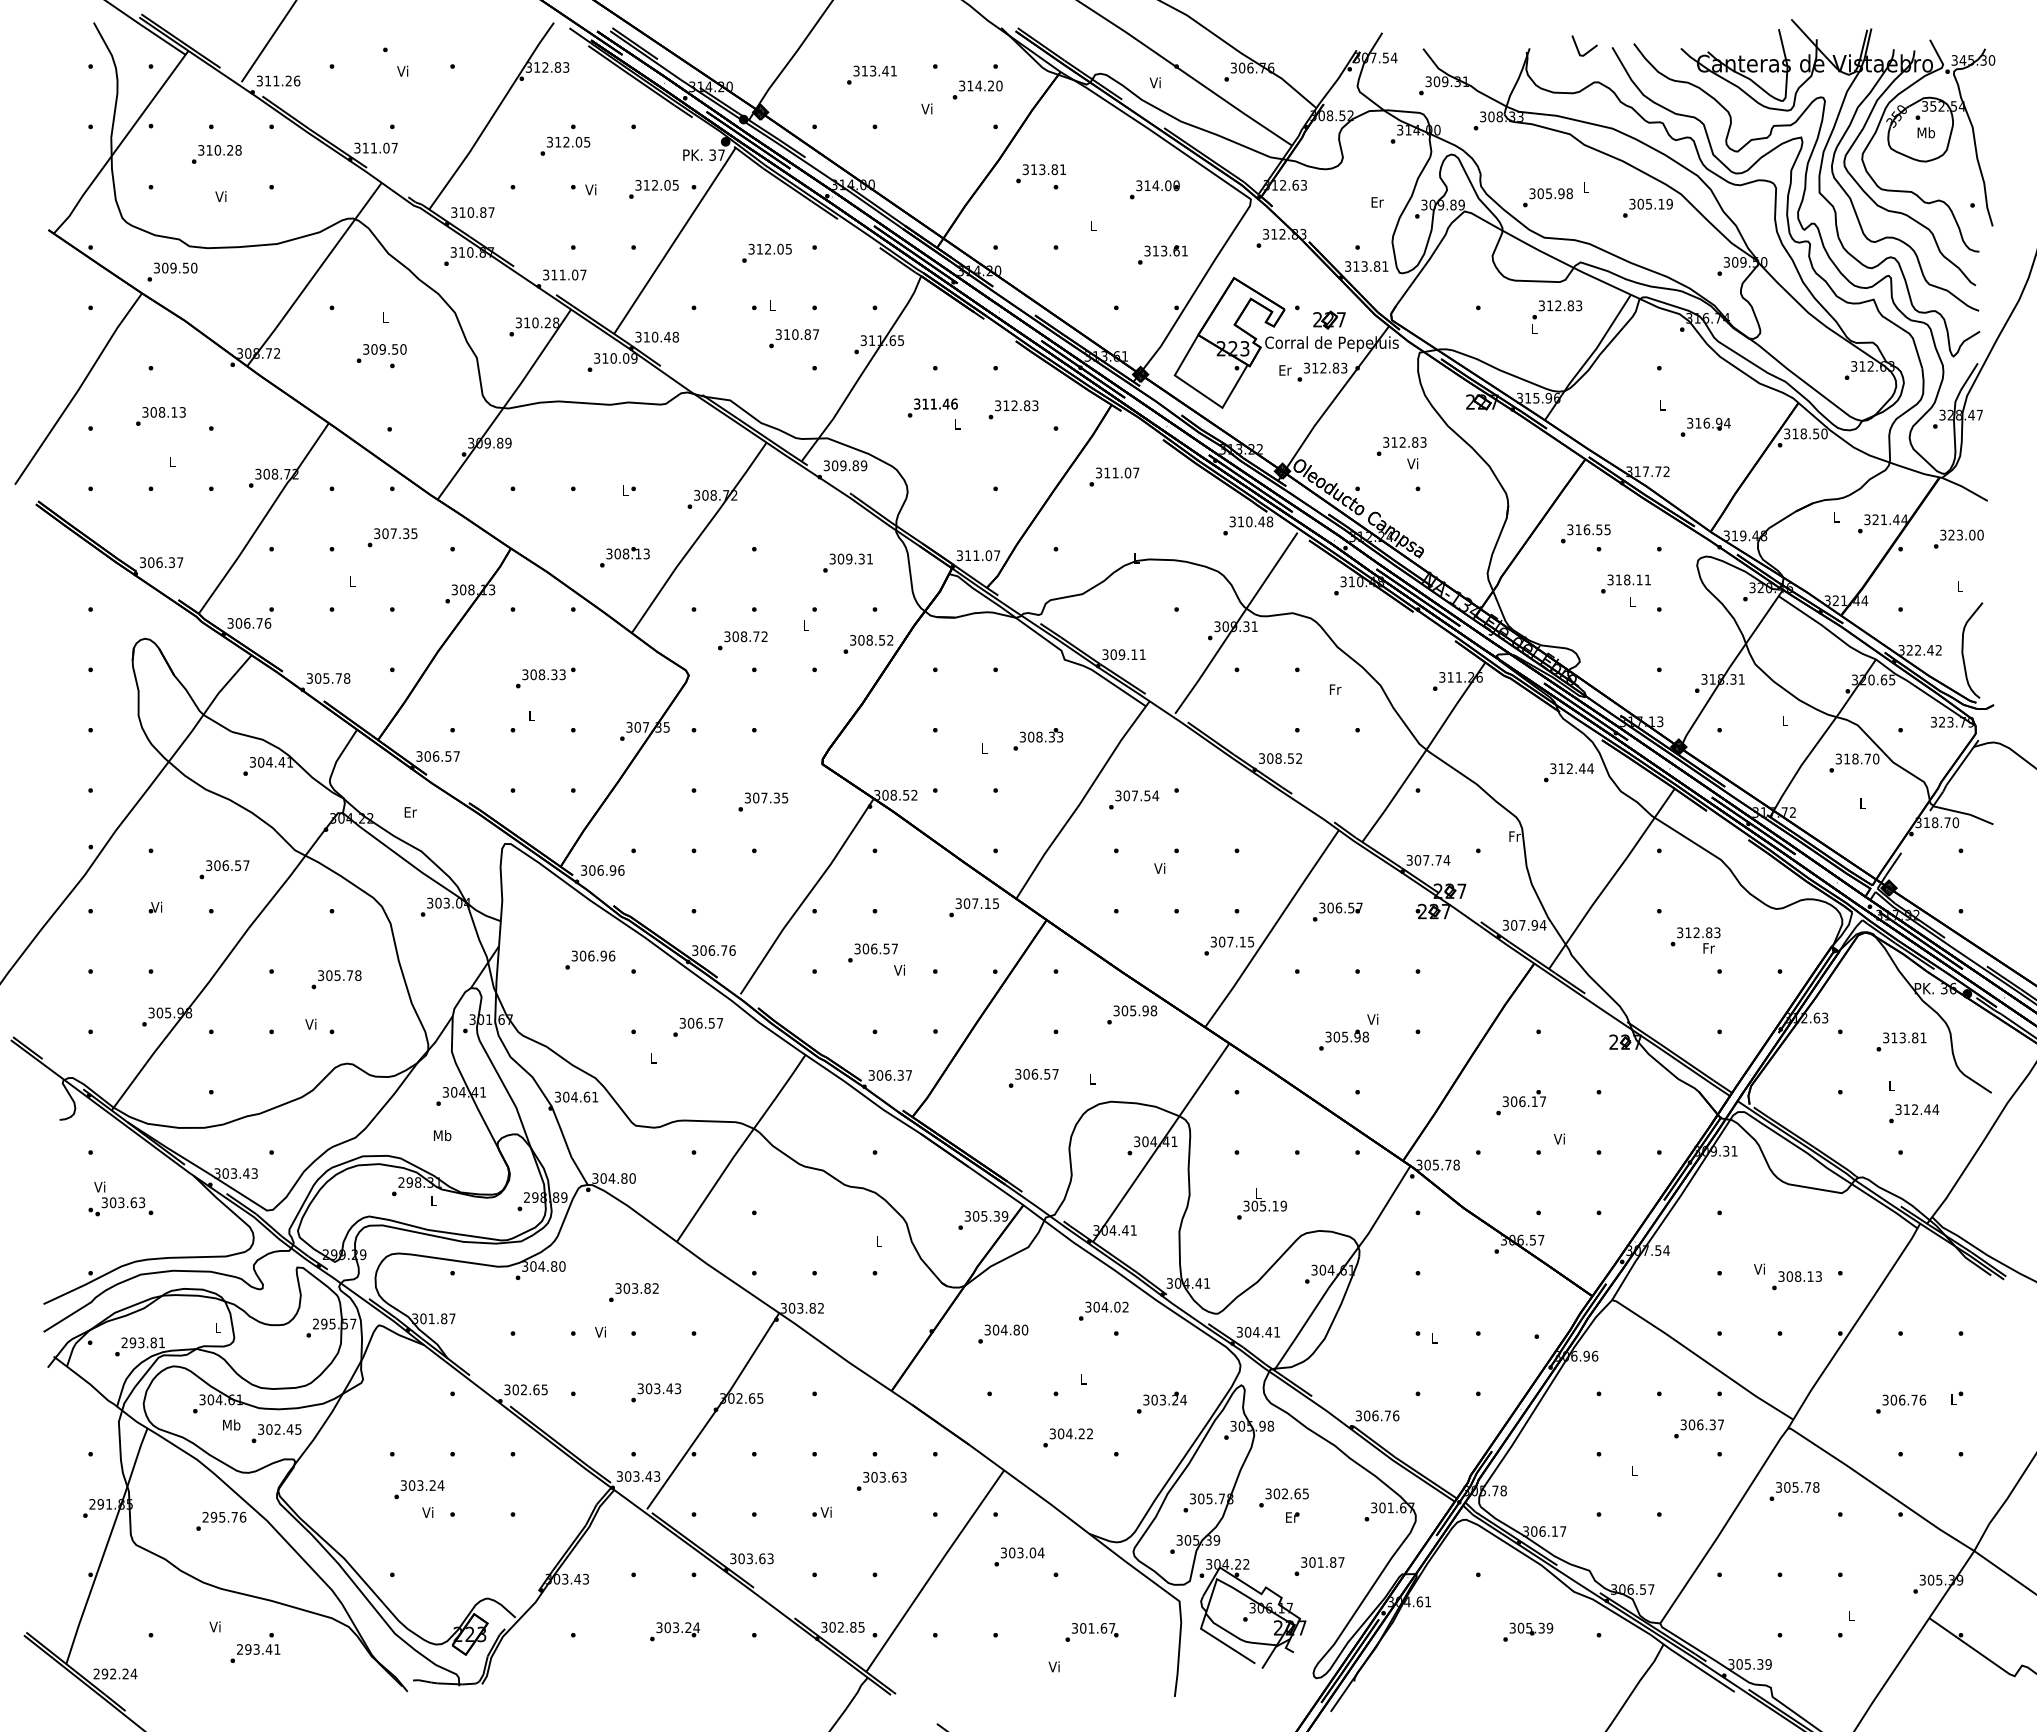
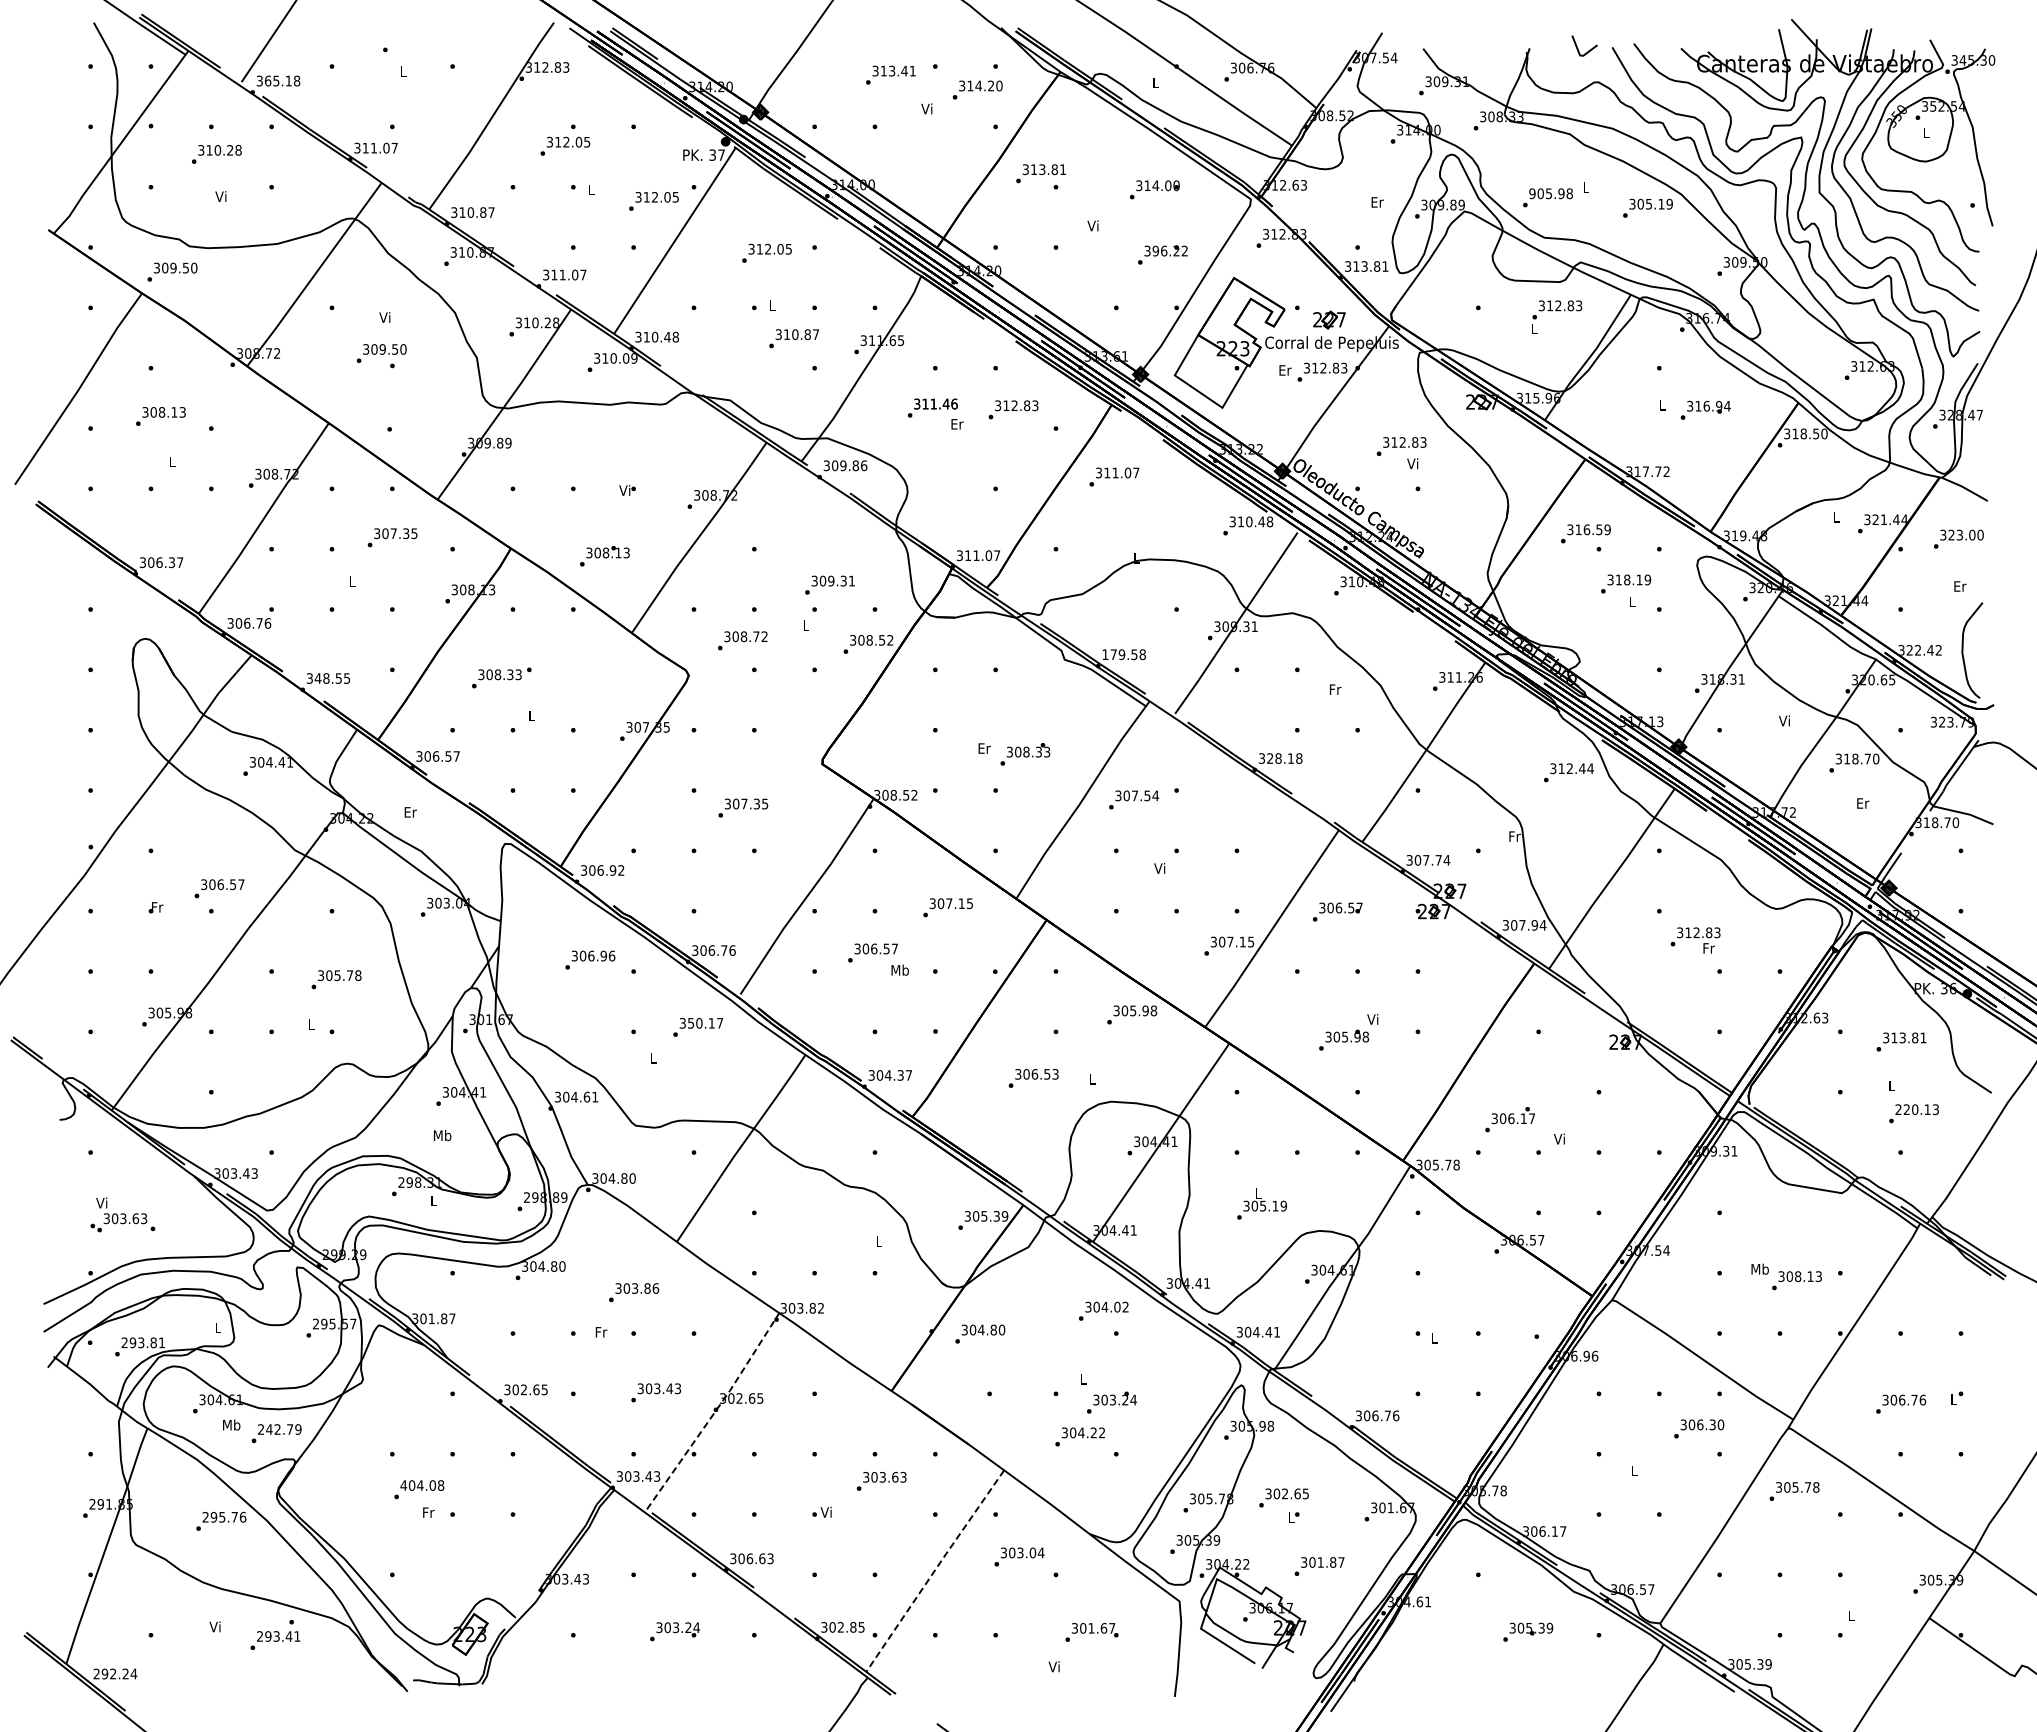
text at (402, 70): Vi -> L
text at (871, 74) position: (871, 74) -> (890, 74)
text at (282, 80): 311.26 -> 365.18
text at (1154, 82): Vi -> L
text at (1926, 132): Mb -> L
text at (590, 189): Vi -> L
text at (653, 189) position: (653, 189) -> (653, 201)
text at (1532, 193): 305.98 -> 905.98
text at (1092, 225): L -> Vi
text at (1169, 250): 313.61 -> 396.22
text at (384, 317): L -> Vi
text at (957, 424): L -> Er
text at (1705, 426) position: (1705, 426) -> (1705, 409)
text at (863, 465): 309.89 -> 309.86
text at (624, 490): L -> Vi
text at (1607, 529): 316.55 -> 316.59
text at (624, 557) position: (624, 557) -> (604, 556)
text at (847, 562) position: (847, 562) -> (829, 584)
text at (1647, 579): 318.11 -> 318.19
text at (1960, 586): L -> Er
text at (1123, 654): 309.11 -> 179.58
text at (545, 677) position: (545, 677) -> (501, 677)
text at (332, 678): 305.78 -> 348.55
text at (1784, 720): L -> Vi
text at (1038, 739) position: (1038, 739) -> (1025, 754)
text at (984, 748): L -> Er
text at (1284, 758): 308.52 -> 328.18
text at (763, 801) position: (763, 801) -> (743, 807)
text at (1863, 803): L -> Er
text at (224, 869) position: (224, 869) -> (219, 888)
text at (621, 870): 306.96 -> 306.92
text at (157, 906): Vi -> Fr
text at (973, 907) position: (973, 907) -> (947, 907)
text at (899, 969): Vi -> Mb
text at (310, 1023): Vi -> L
text at (700, 1023): 306.57 -> 350.17
text at (1055, 1074): 306.57 -> 306.53
text at (887, 1075): 306.37 -> 304.37
text at (1520, 1102) position: (1520, 1102) -> (1509, 1119)
text at (1917, 1109): 312.44 -> 220.13
text at (120, 1198) position: (120, 1198) -> (122, 1214)
text at (1759, 1268): Vi -> Mb
text at (655, 1288): 303.82 -> 303.86
text at (601, 1331): Vi -> Fr
text at (1003, 1333) position: (1003, 1333) -> (980, 1333)
text at (1161, 1402) position: (1161, 1402) -> (1111, 1402)
line at (715, 1411): solid -> dashed
text at (1720, 1424): 306.37 -> 306.30
text at (279, 1429): 302.45 -> 242.79
text at (1067, 1437) position: (1067, 1437) -> (1079, 1436)
text at (422, 1485): 303.24 -> 404.08
text at (428, 1512): Vi -> Fr
text at (1290, 1517): Er -> L
text at (749, 1558): 303.63 -> 306.63
line at (934, 1570): solid -> dashed
text at (255, 1647) position: (255, 1647) -> (275, 1634)
